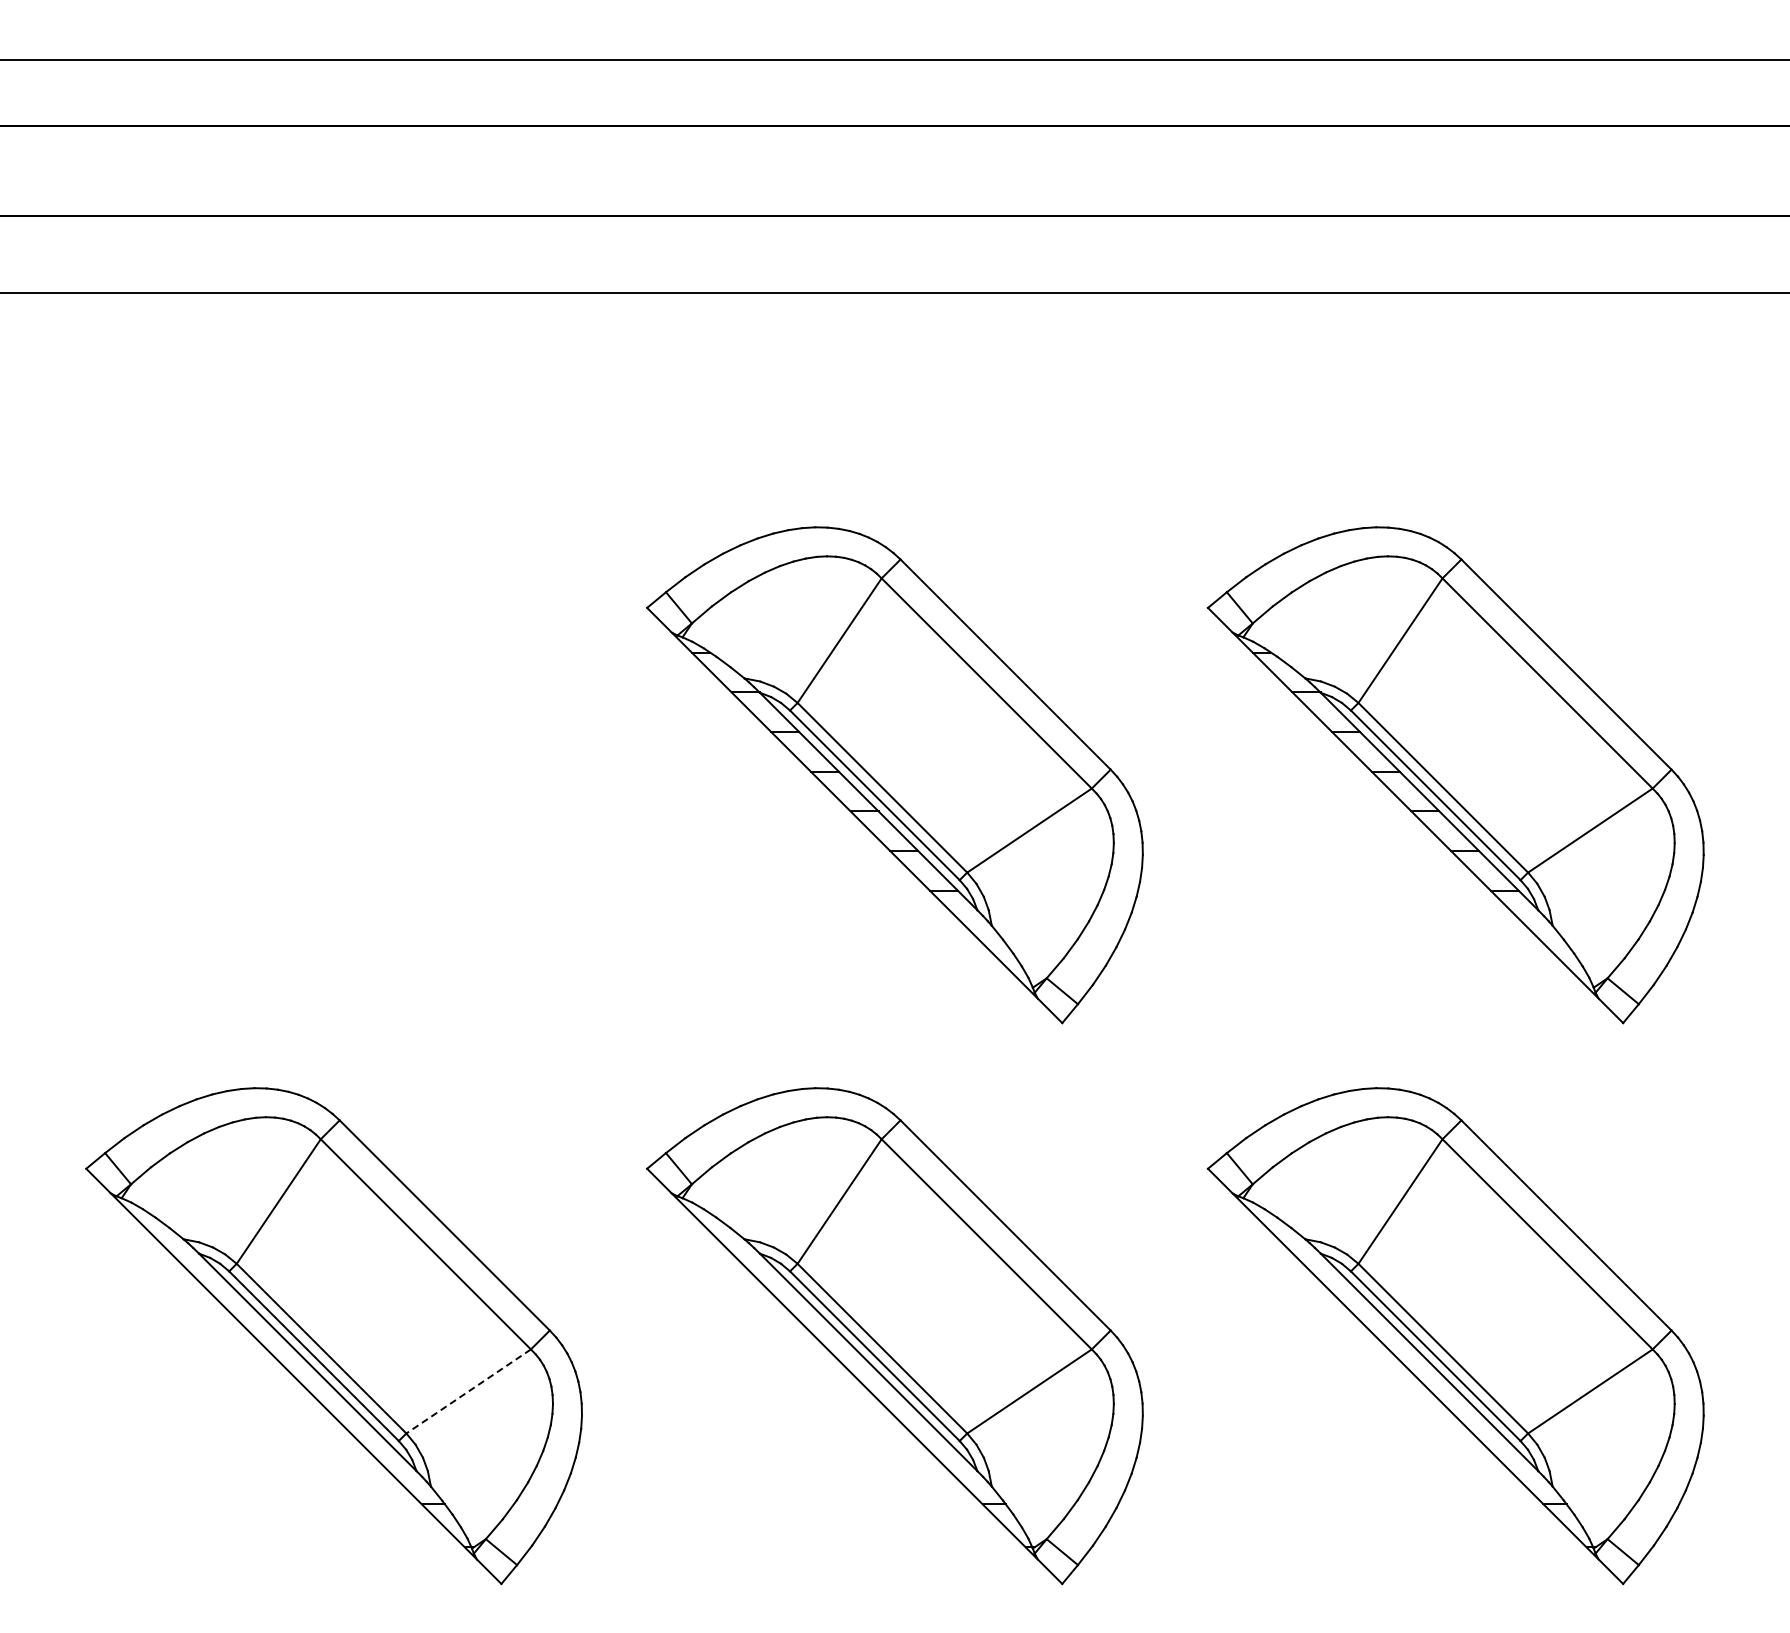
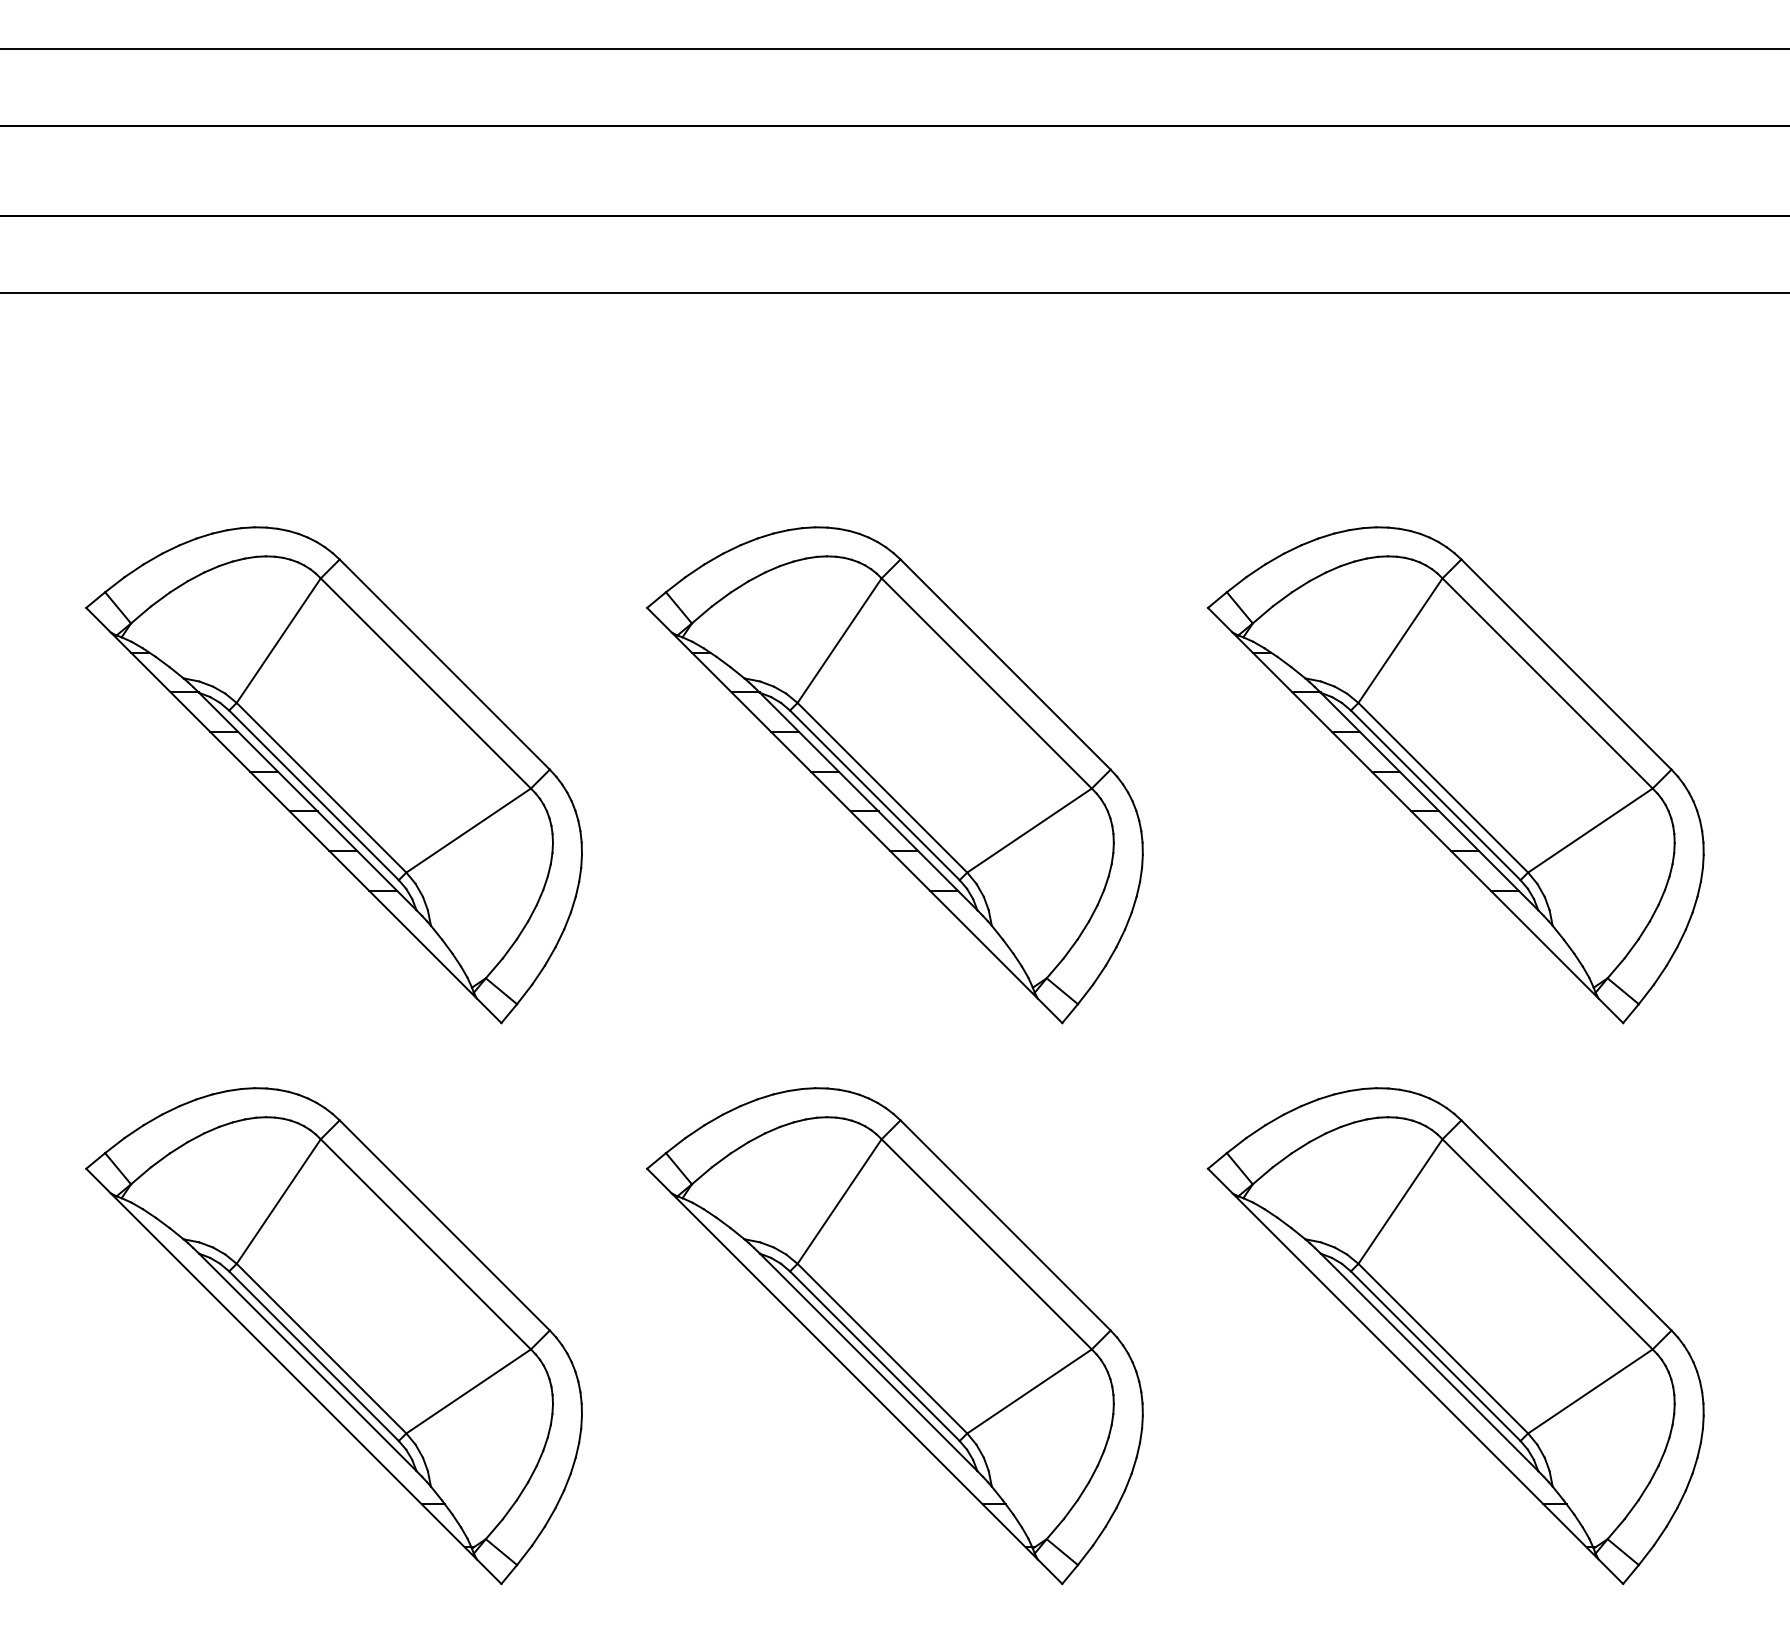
line at (894, 60) position: (894, 60) -> (894, 49)
part at (333, 775): none -> present
line at (468, 1391): dashed -> solid
